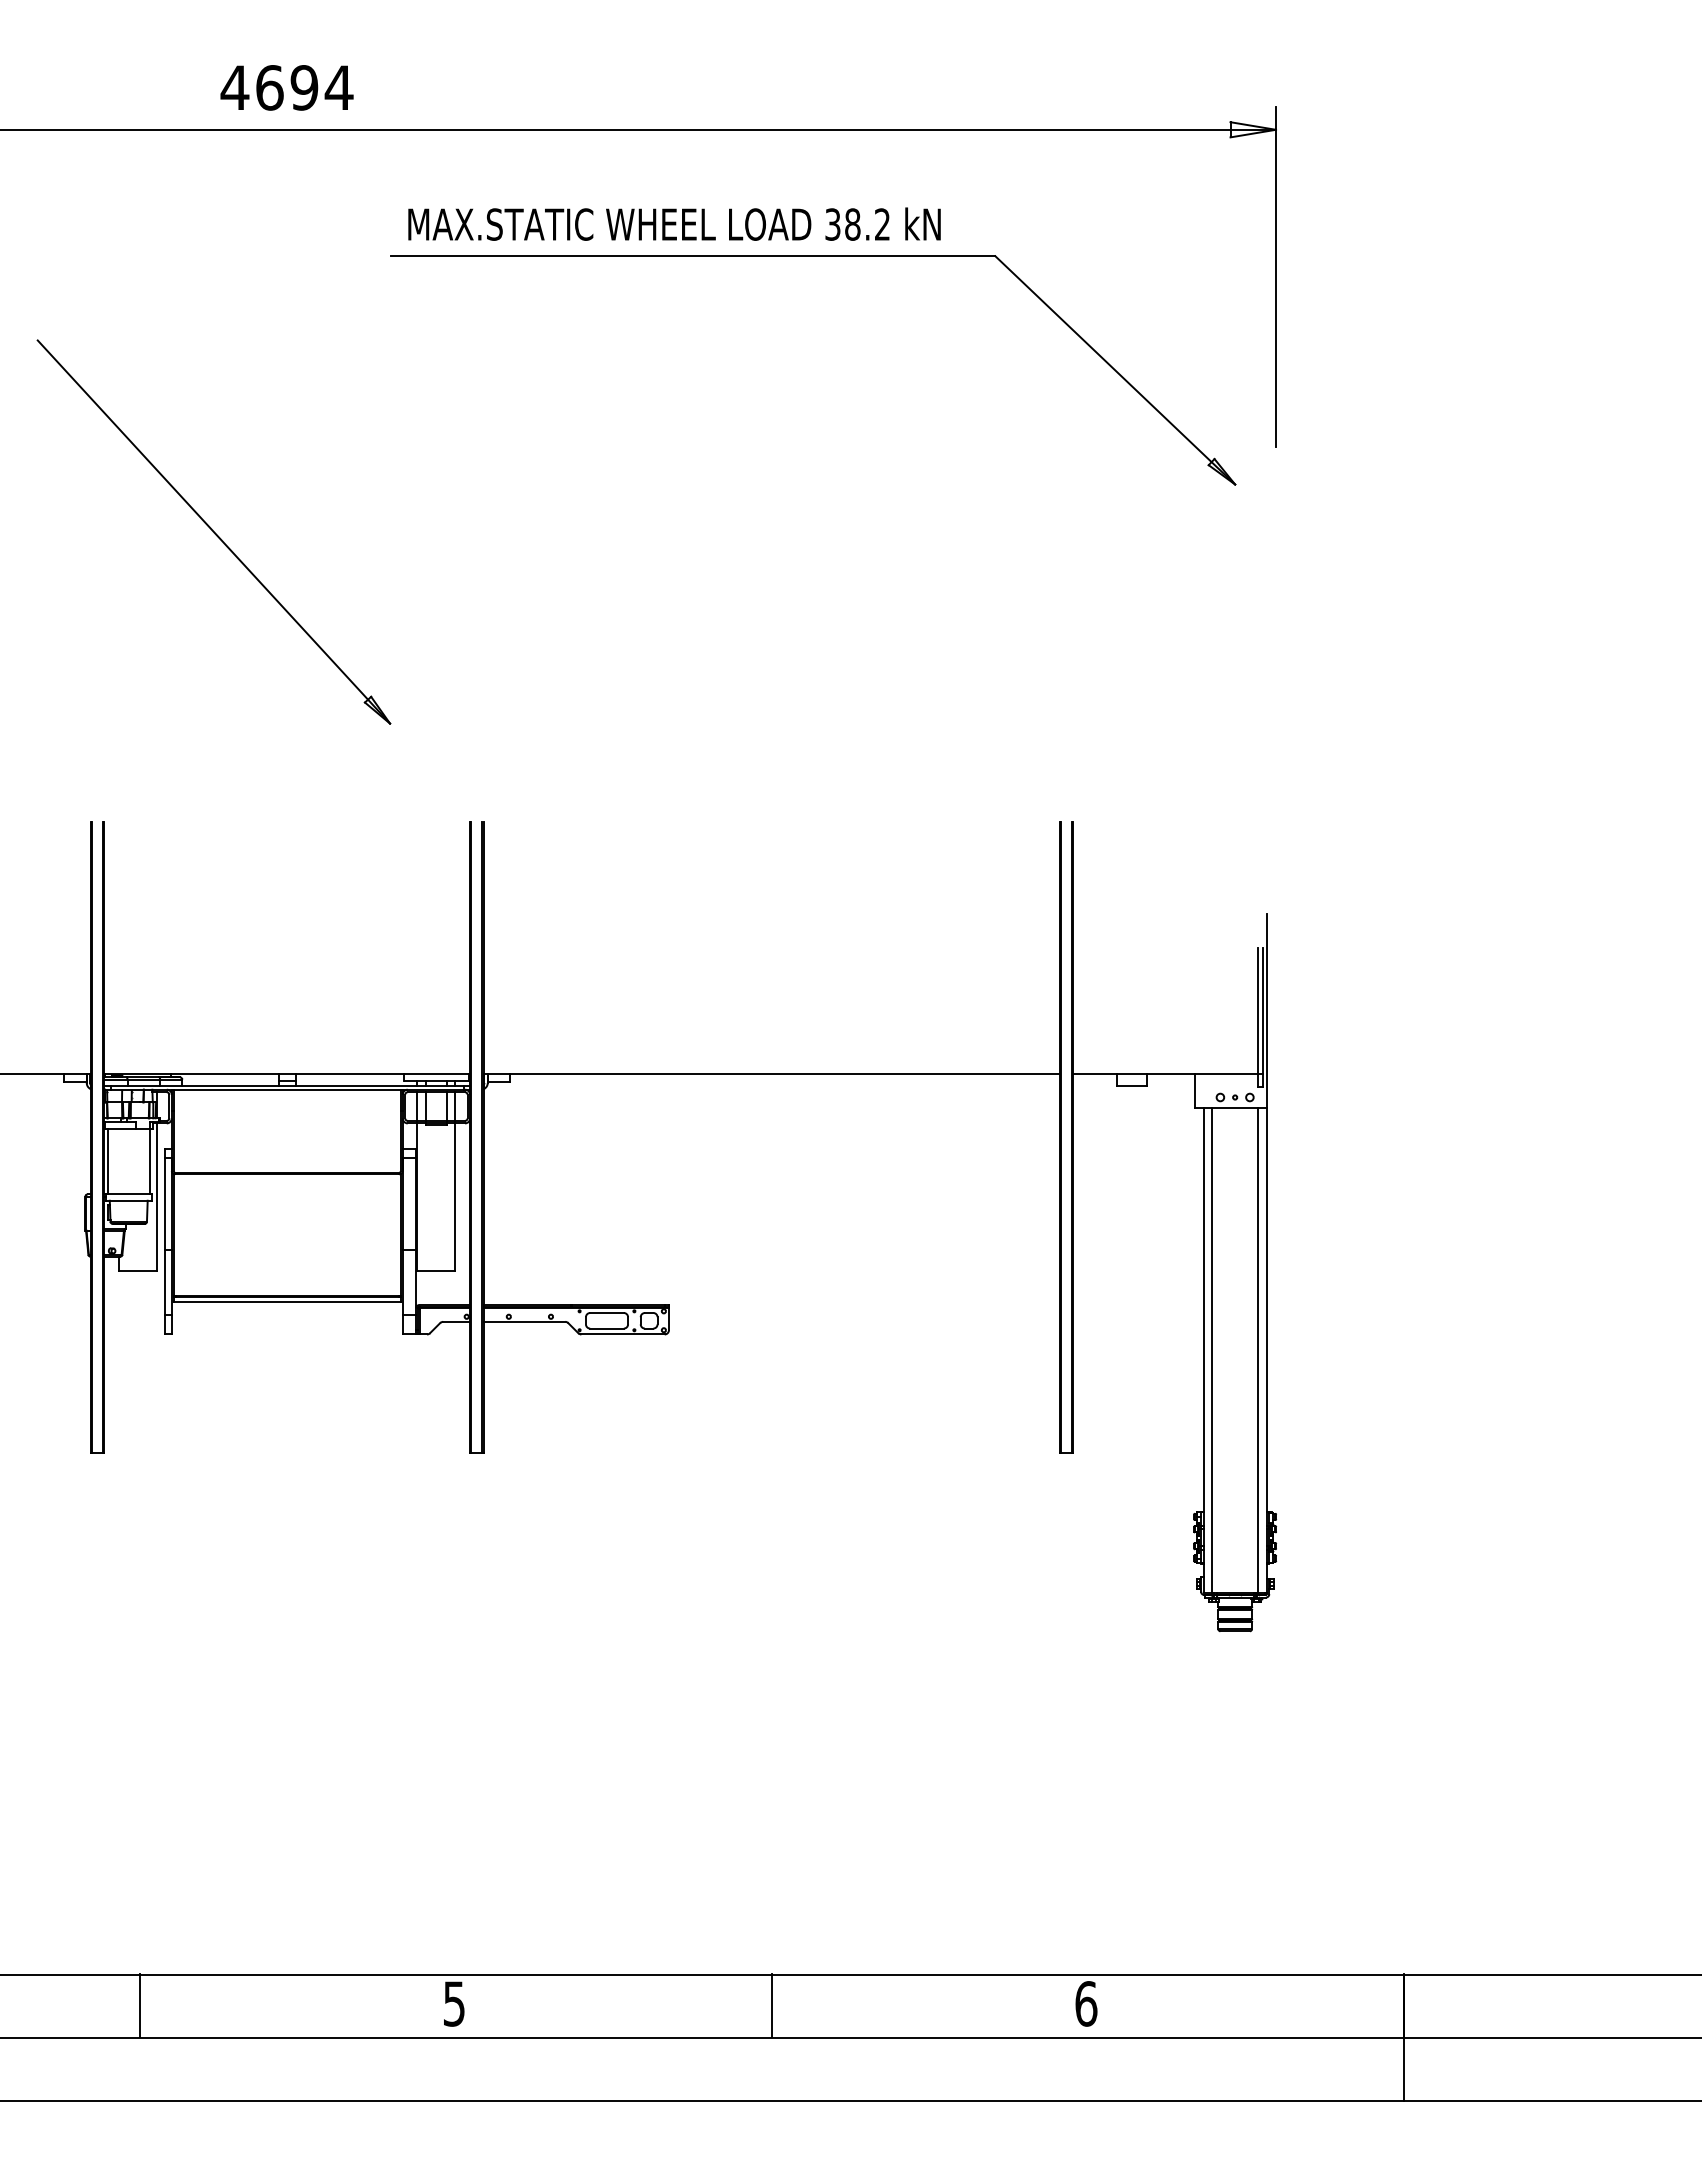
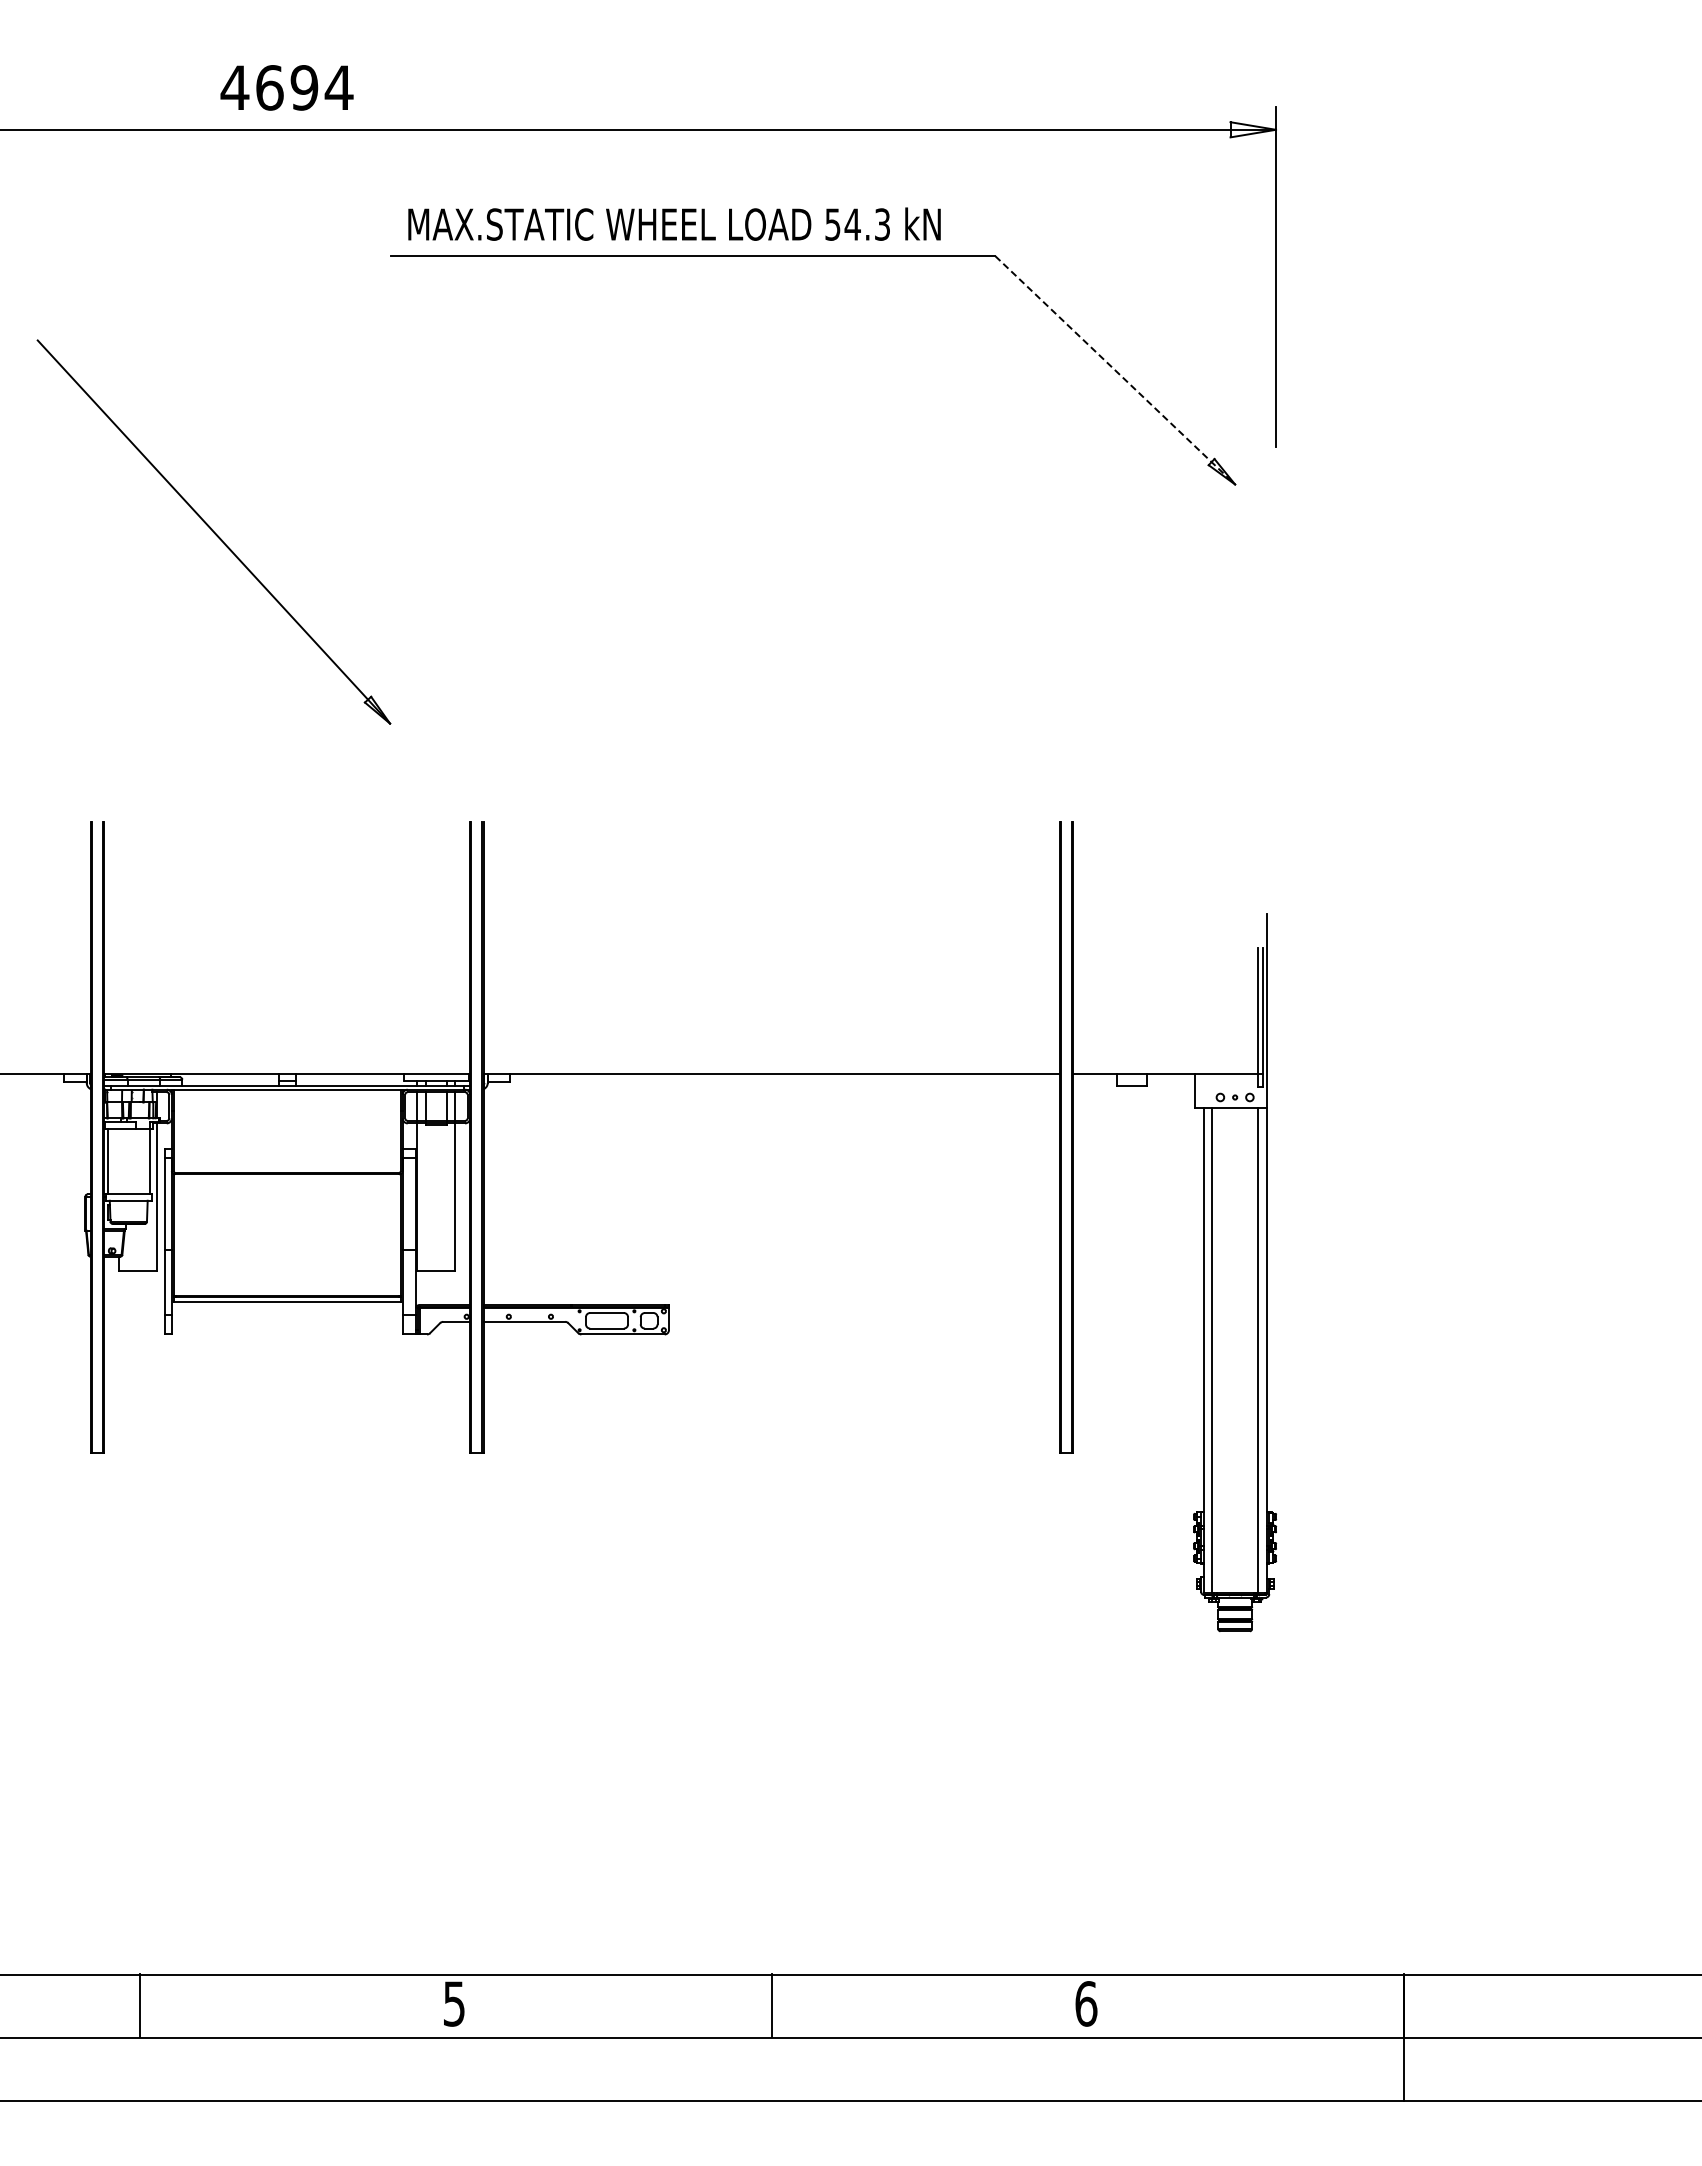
text at (857, 224): 38.2 -> 54.3
line at (1115, 370): solid -> dashed
